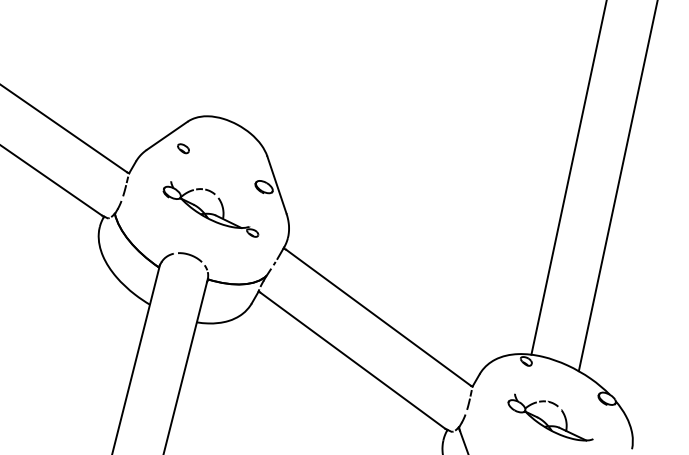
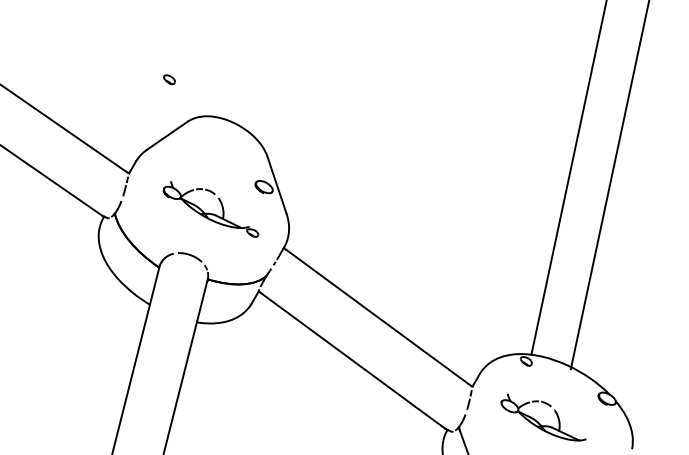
part at (183, 148) position: (183, 148) -> (169, 79)
line at (617, 186) position: (617, 186) -> (609, 185)
part at (545, 421) position: (545, 421) -> (538, 421)
